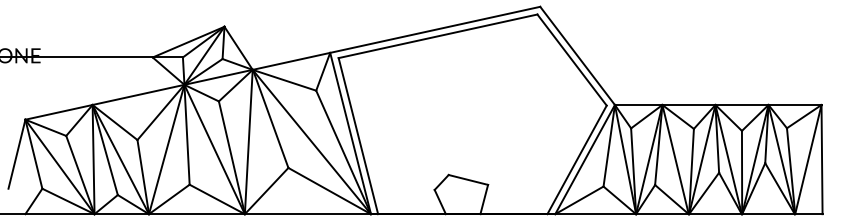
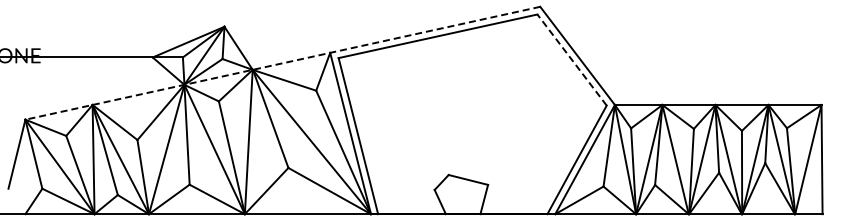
line at (571, 59): solid -> dashed
line at (282, 63): solid -> dashed
